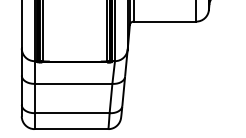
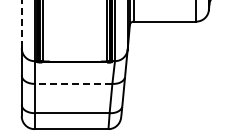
line at (21, 24): solid -> dashed
line at (73, 83): solid -> dashed
